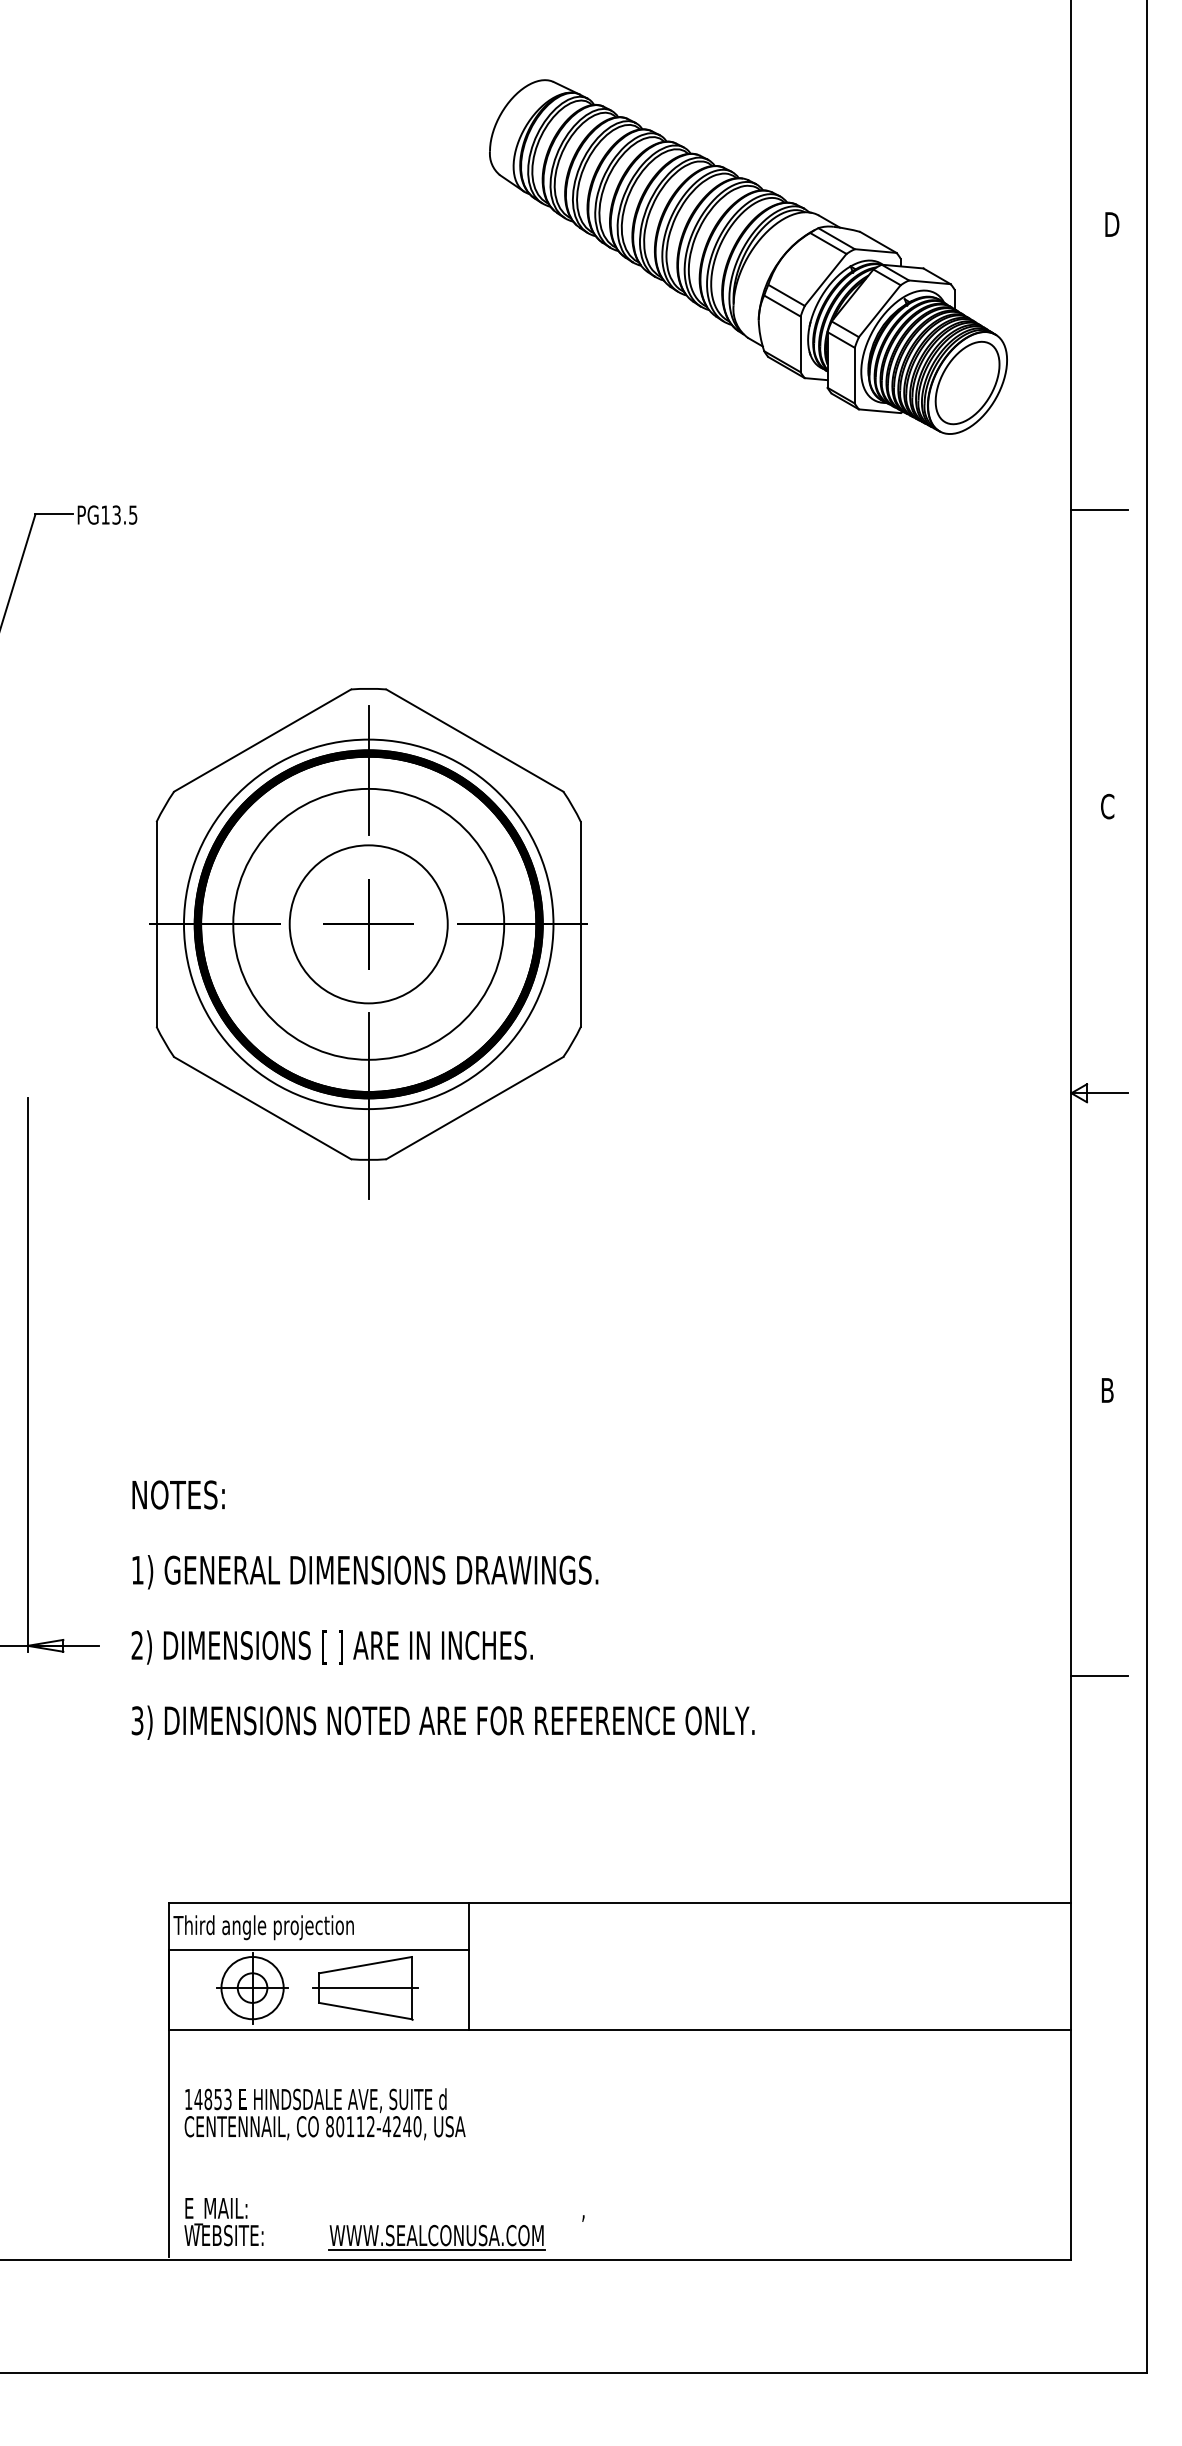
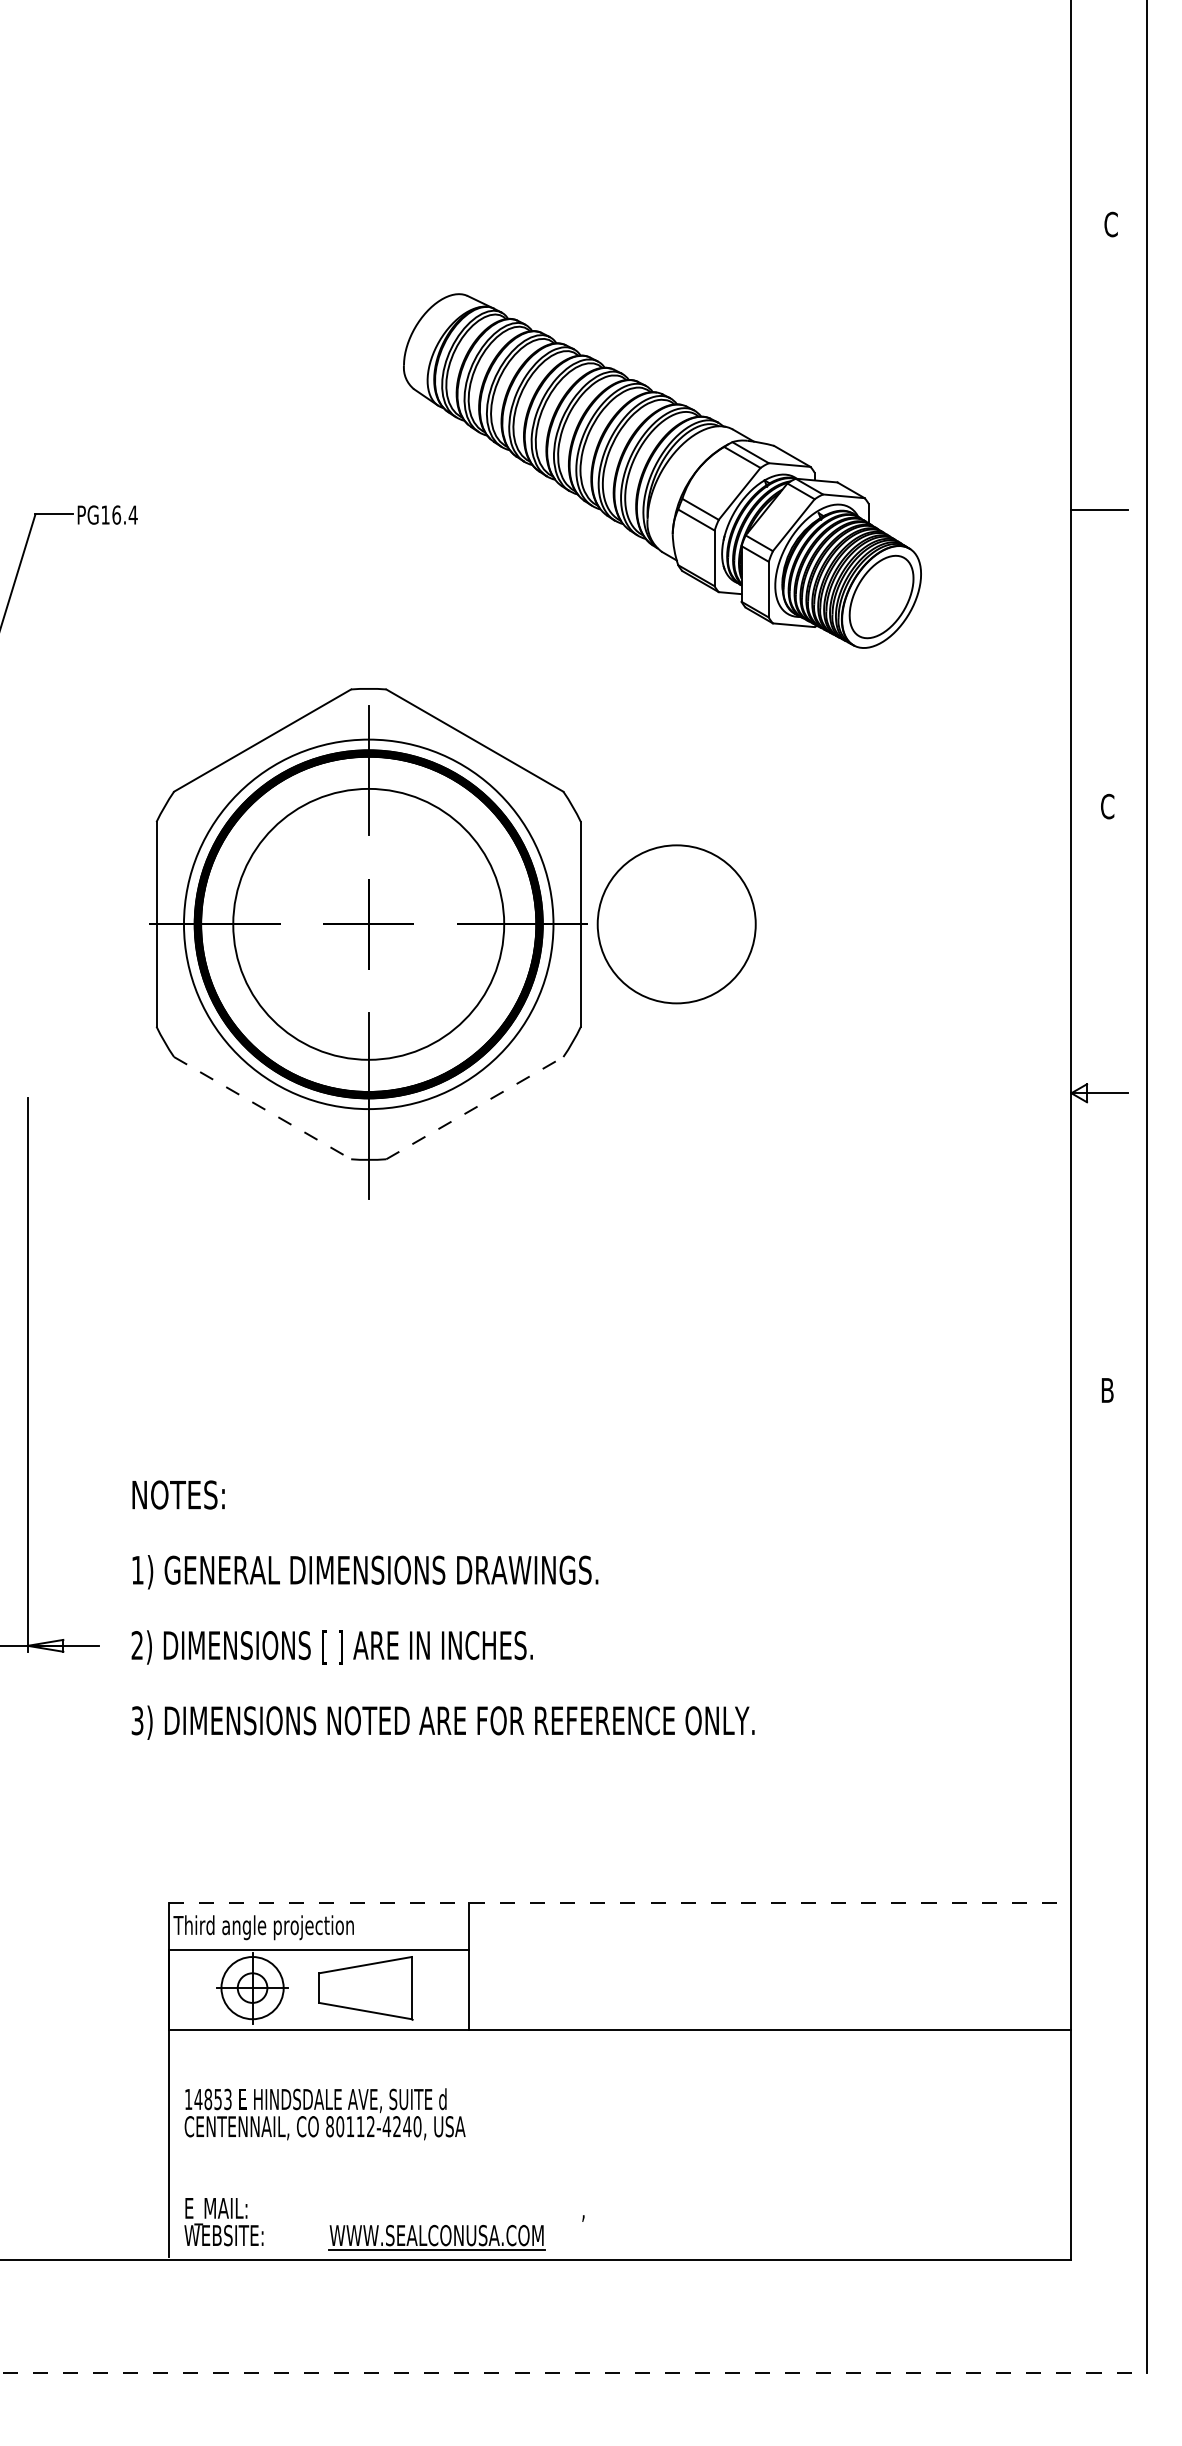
text at (1111, 224): D -> C
part at (748, 256) position: (748, 256) -> (662, 470)
text at (124, 514): PG13.5 -> PG16.4
circle at (368, 924) position: (368, 924) -> (676, 924)
line at (475, 1107): solid -> dashed
line at (263, 1108): solid -> dashed
line at (1099, 1676): present -> none
line at (620, 1903): solid -> dashed
line at (365, 1988): present -> none
line at (573, 2372): solid -> dashed
